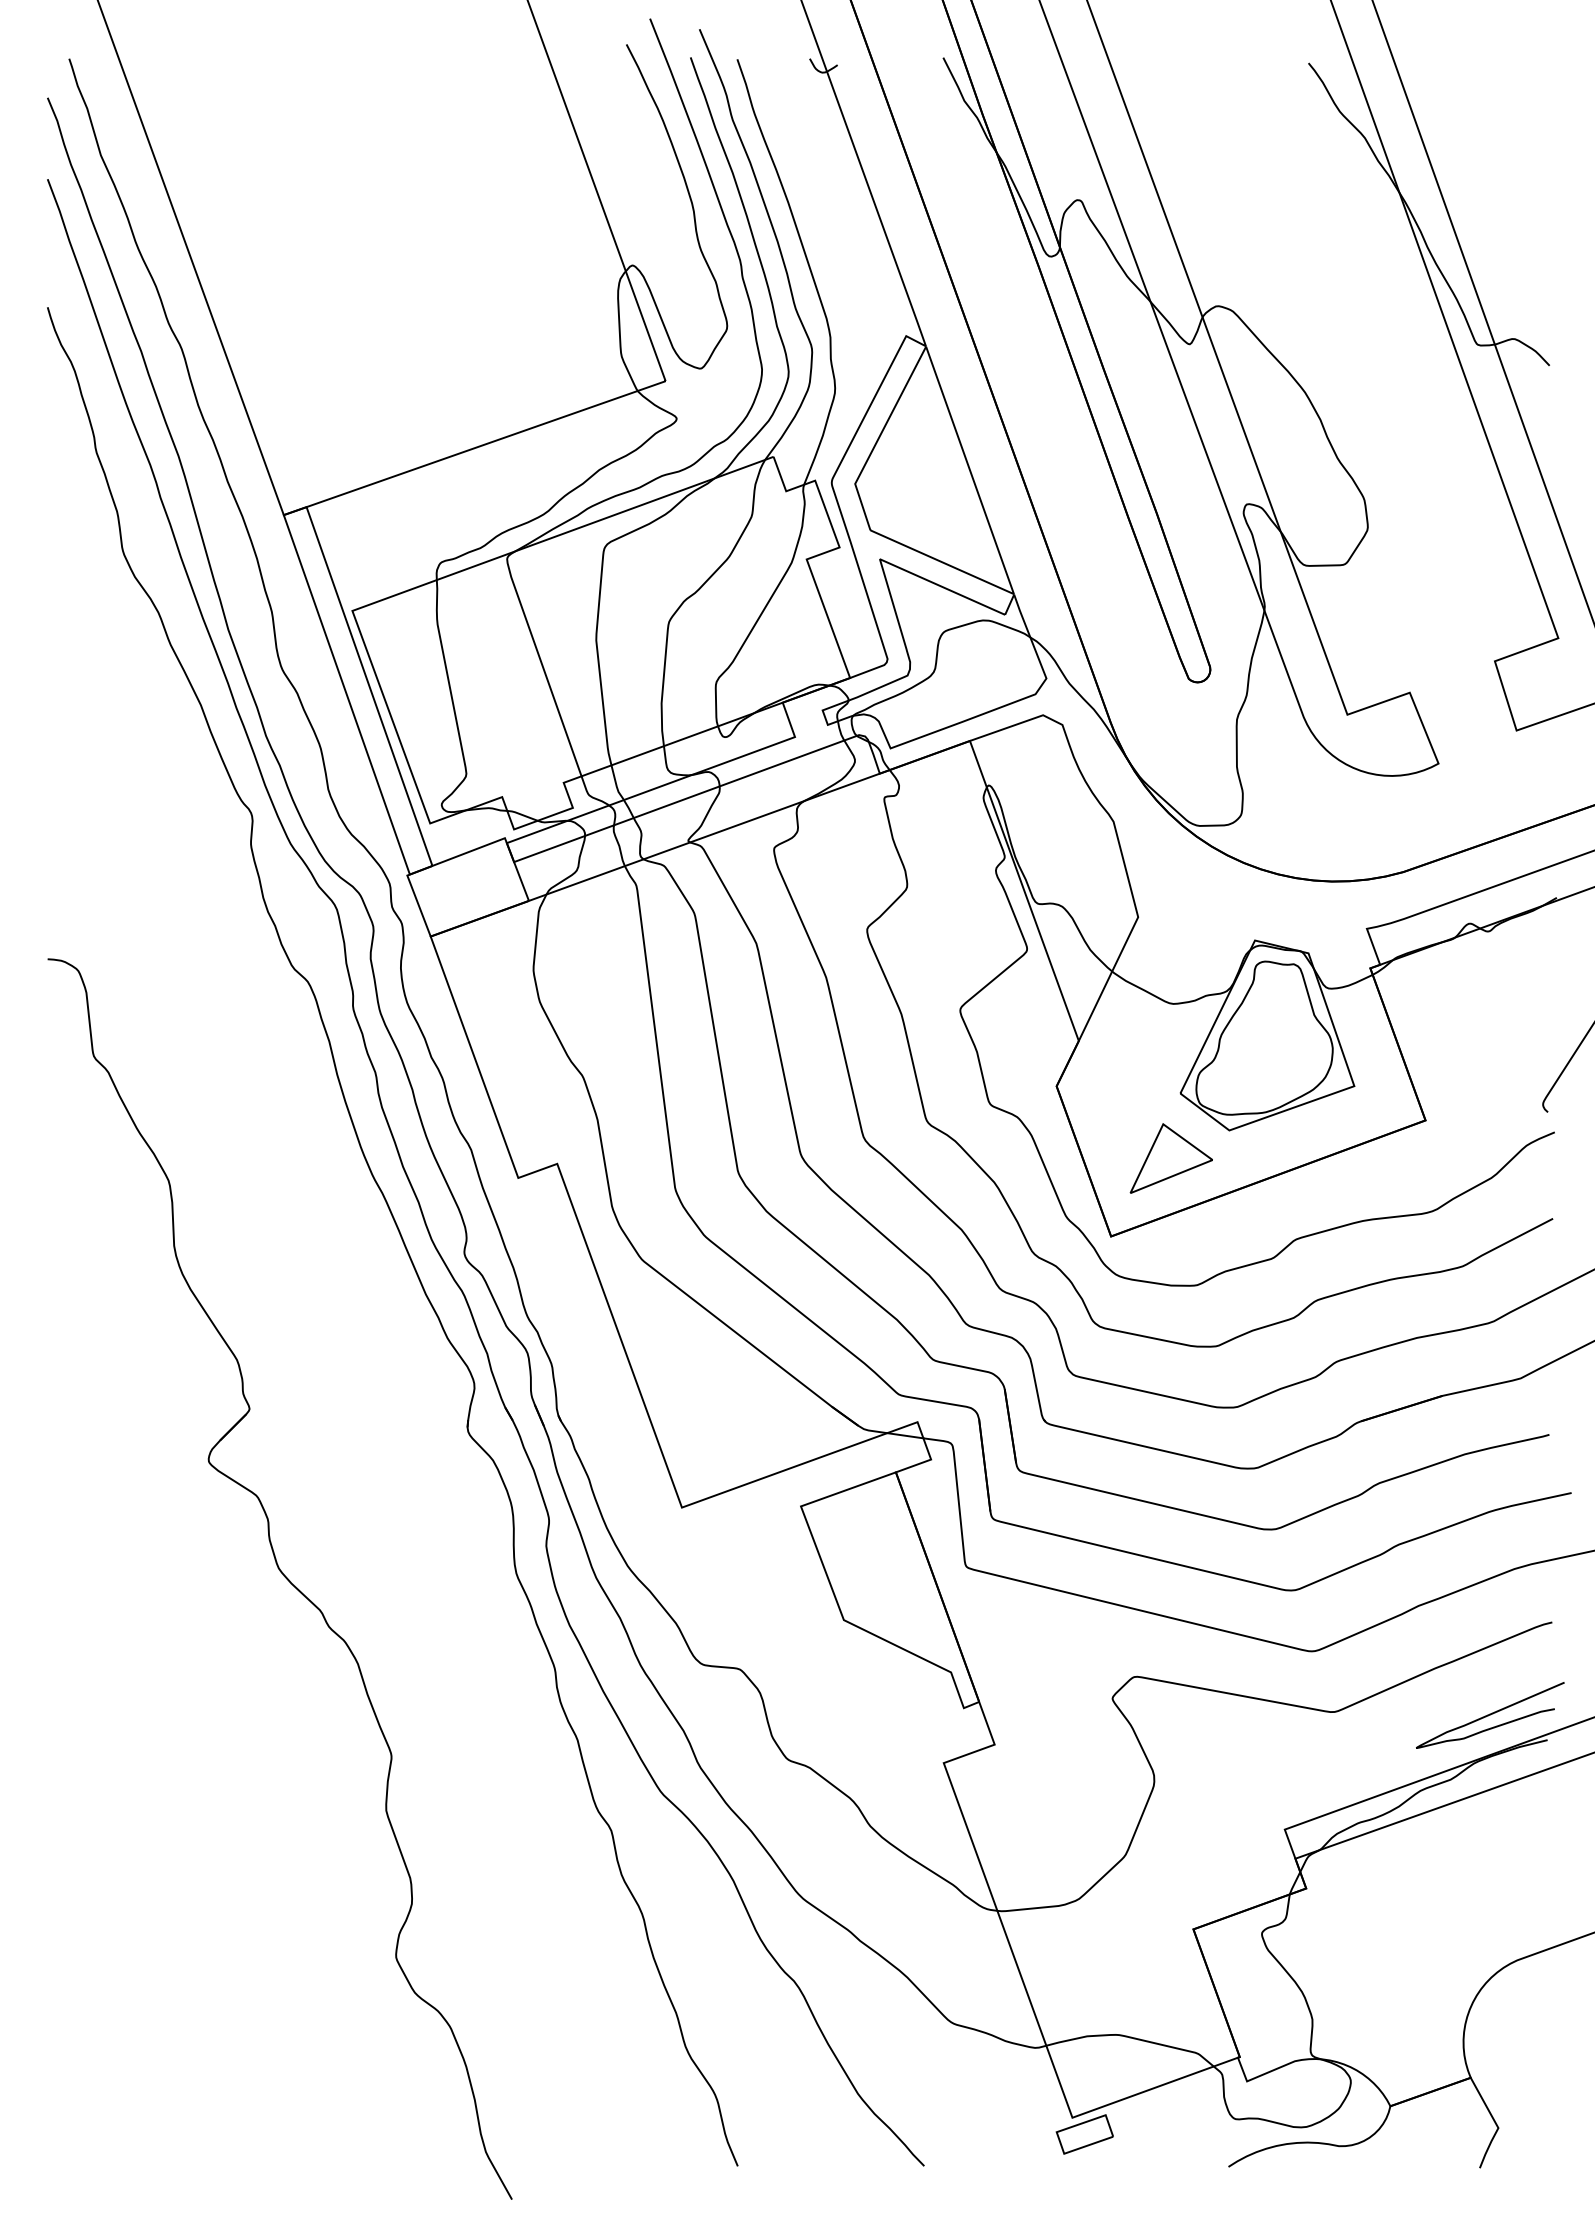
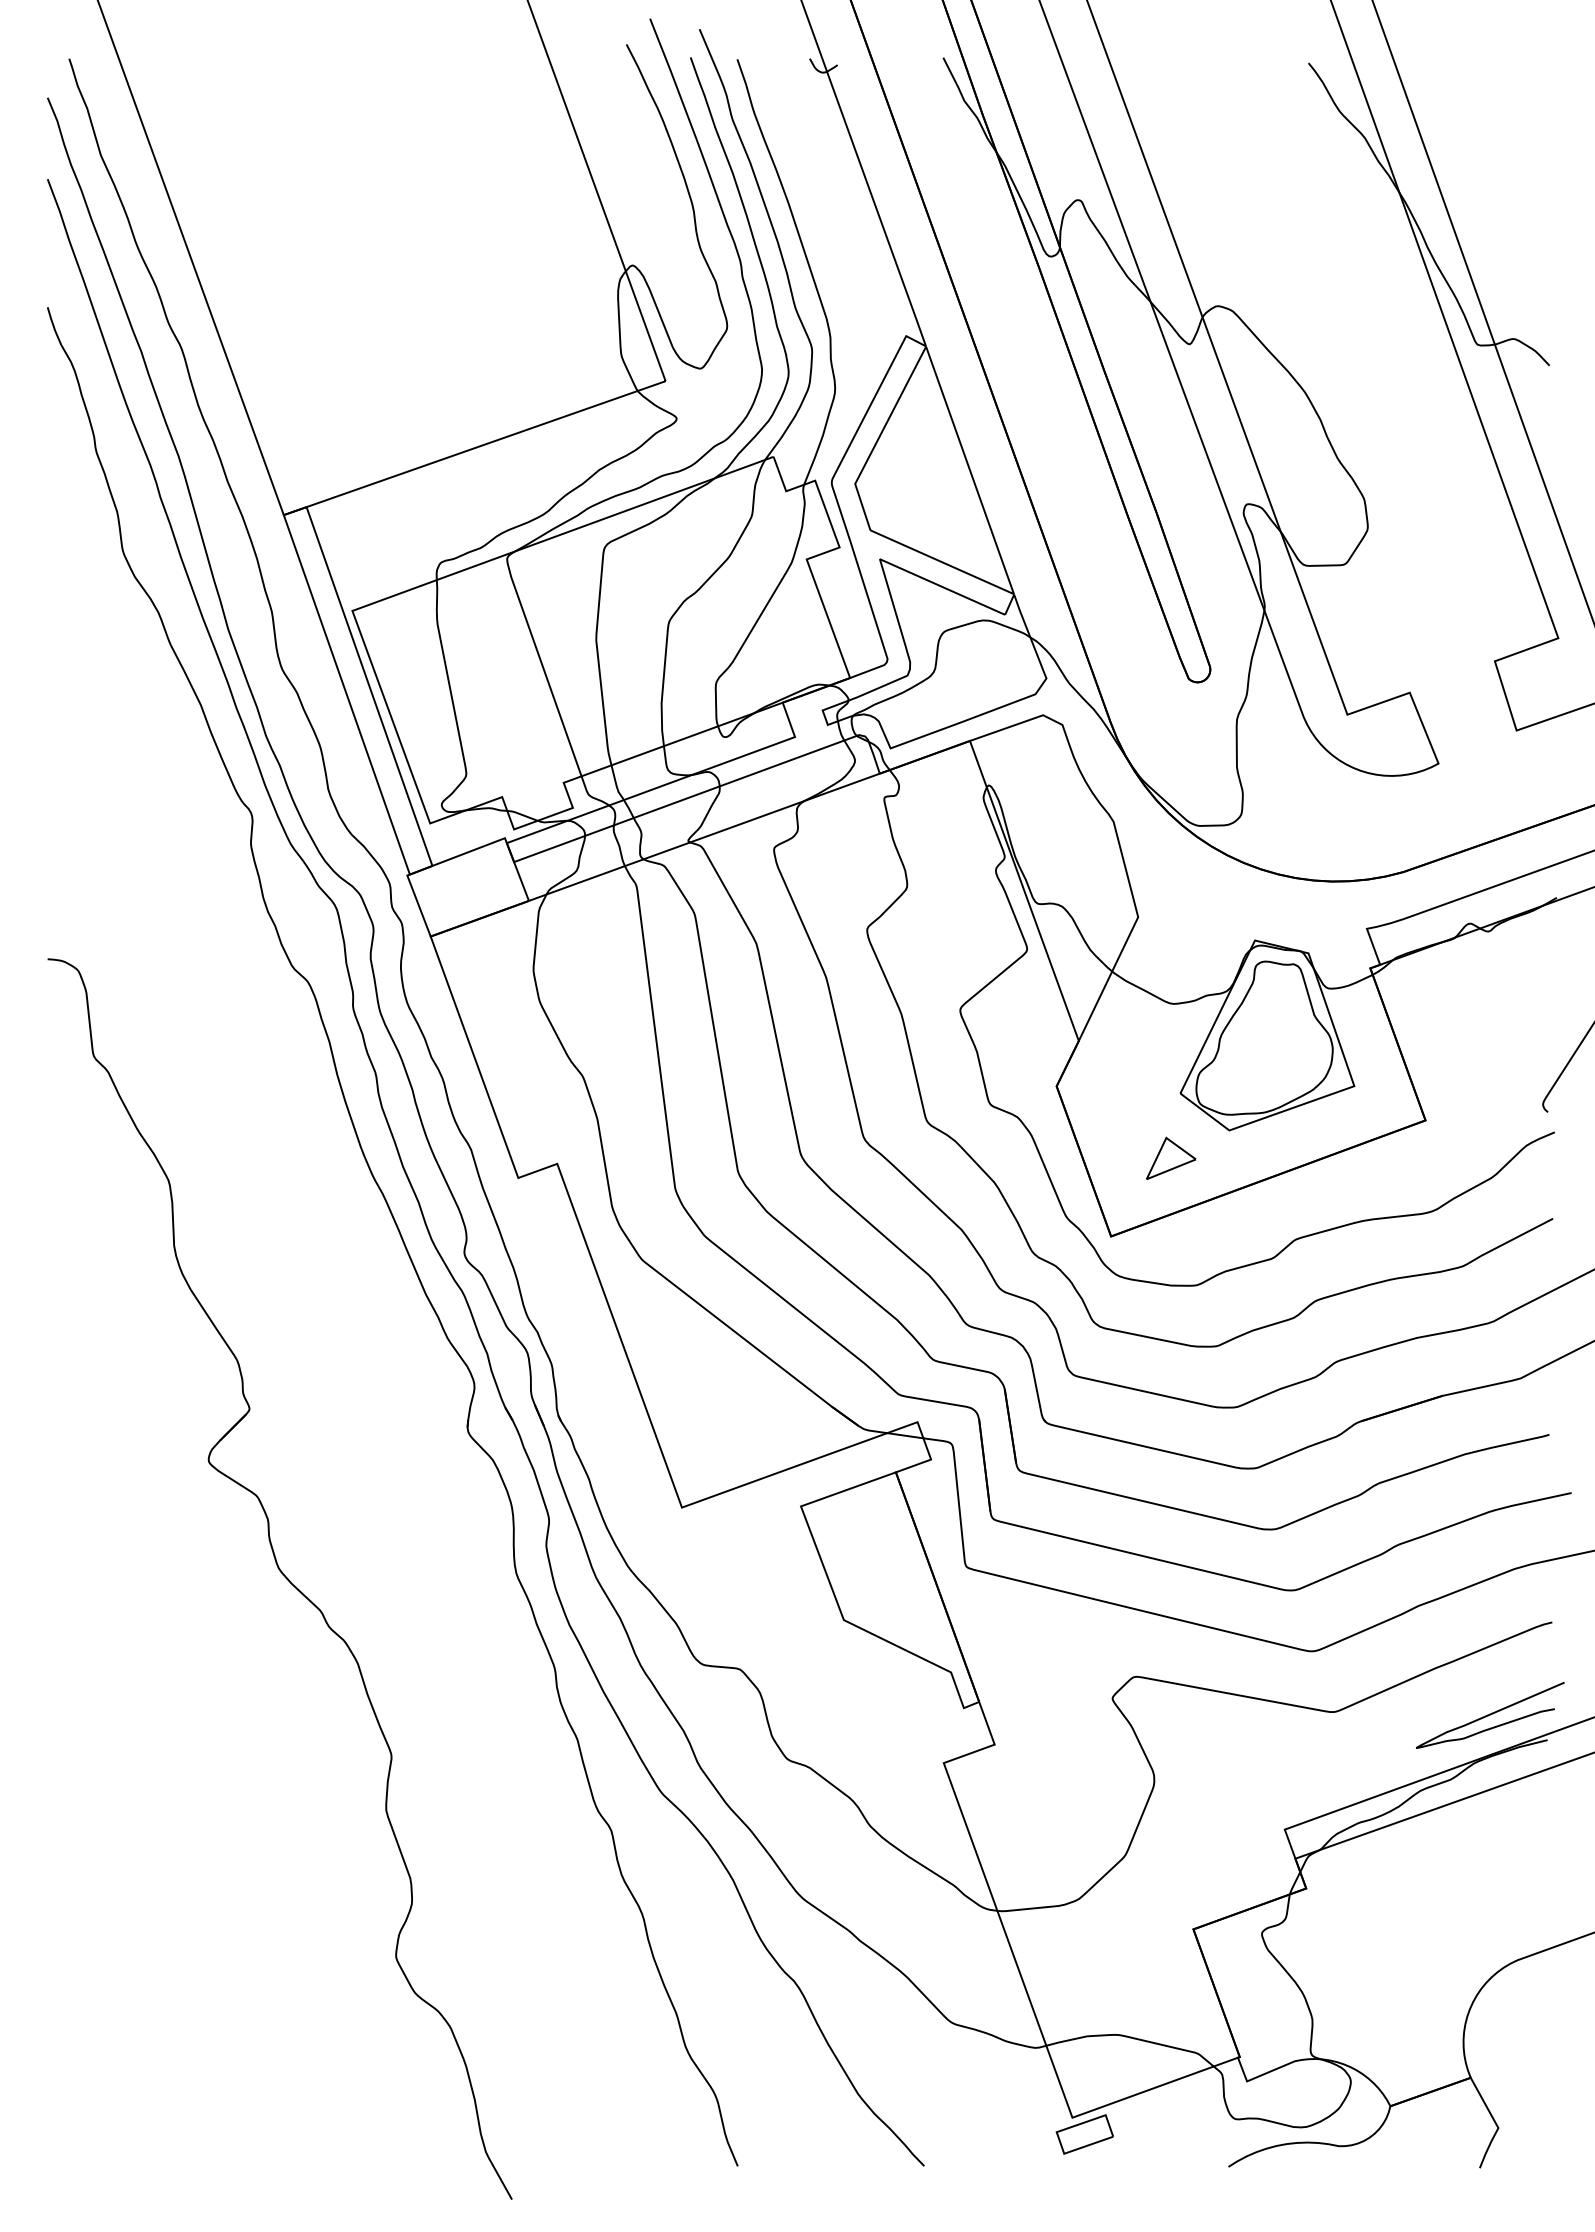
part at (1170, 1158) size: 84x71 px -> 51x44 px
